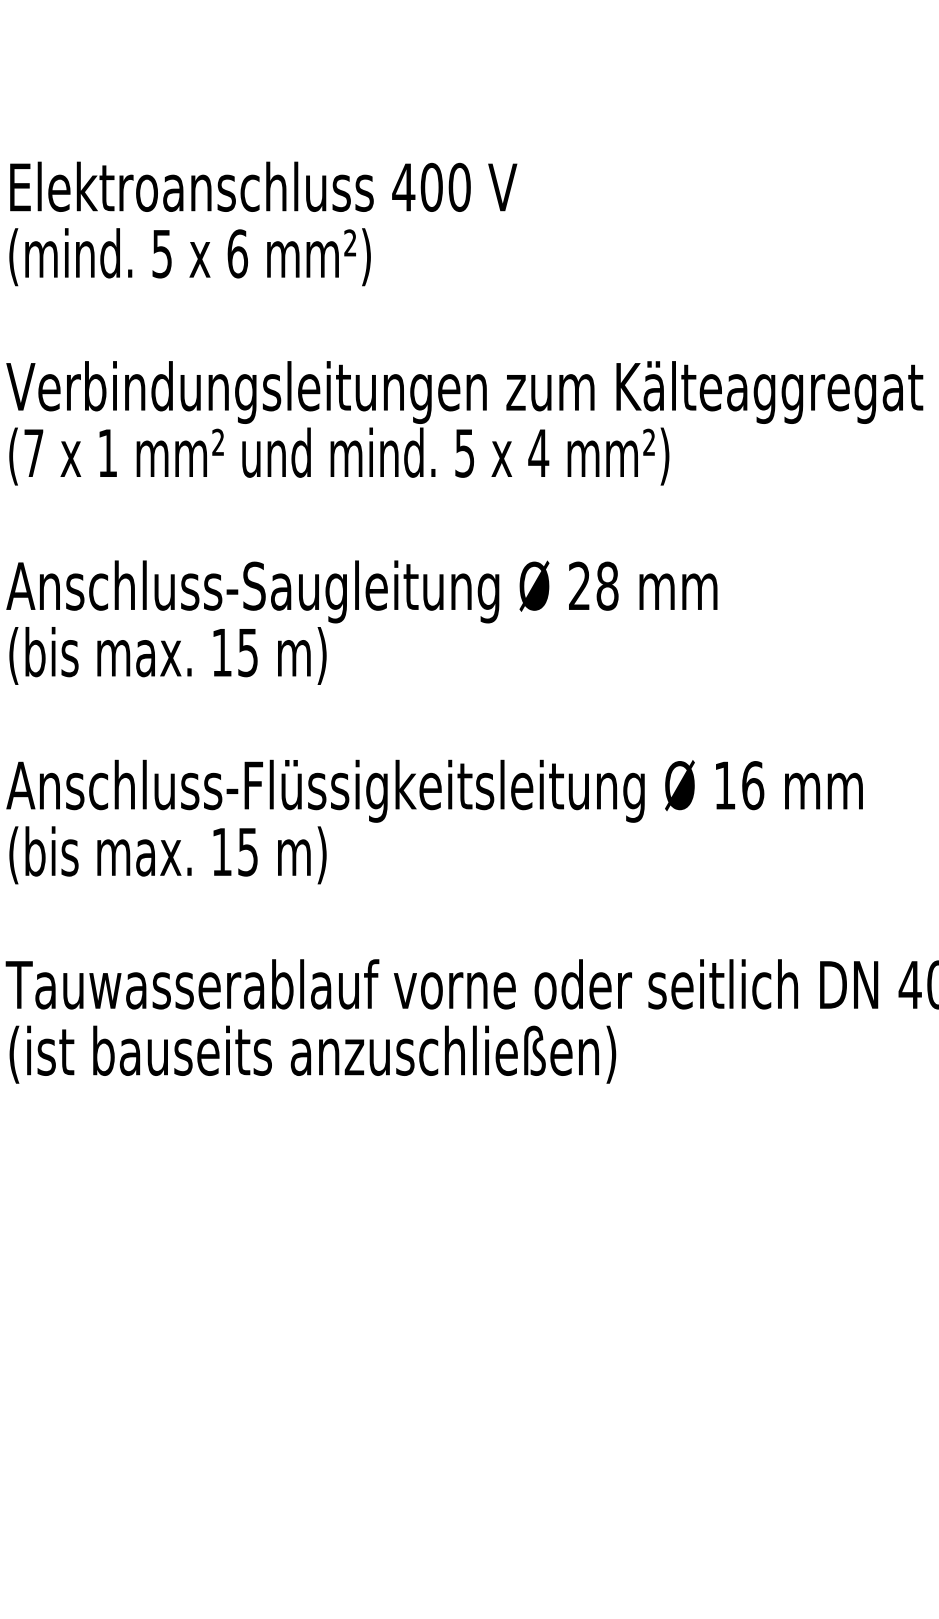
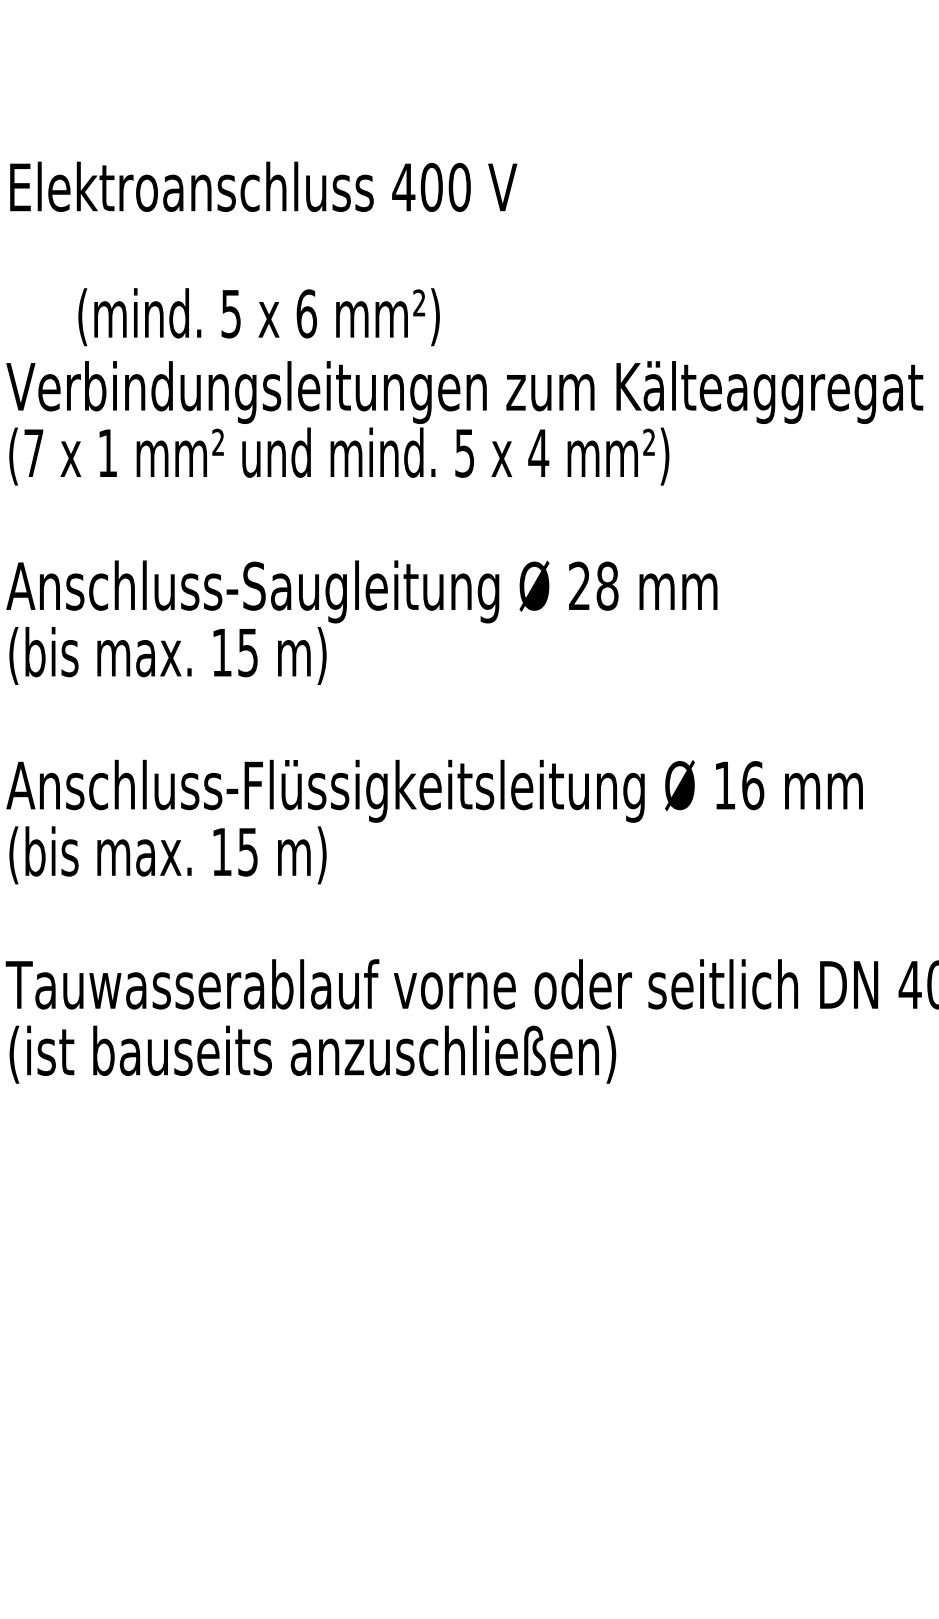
text at (189, 257) position: (189, 257) -> (258, 317)
